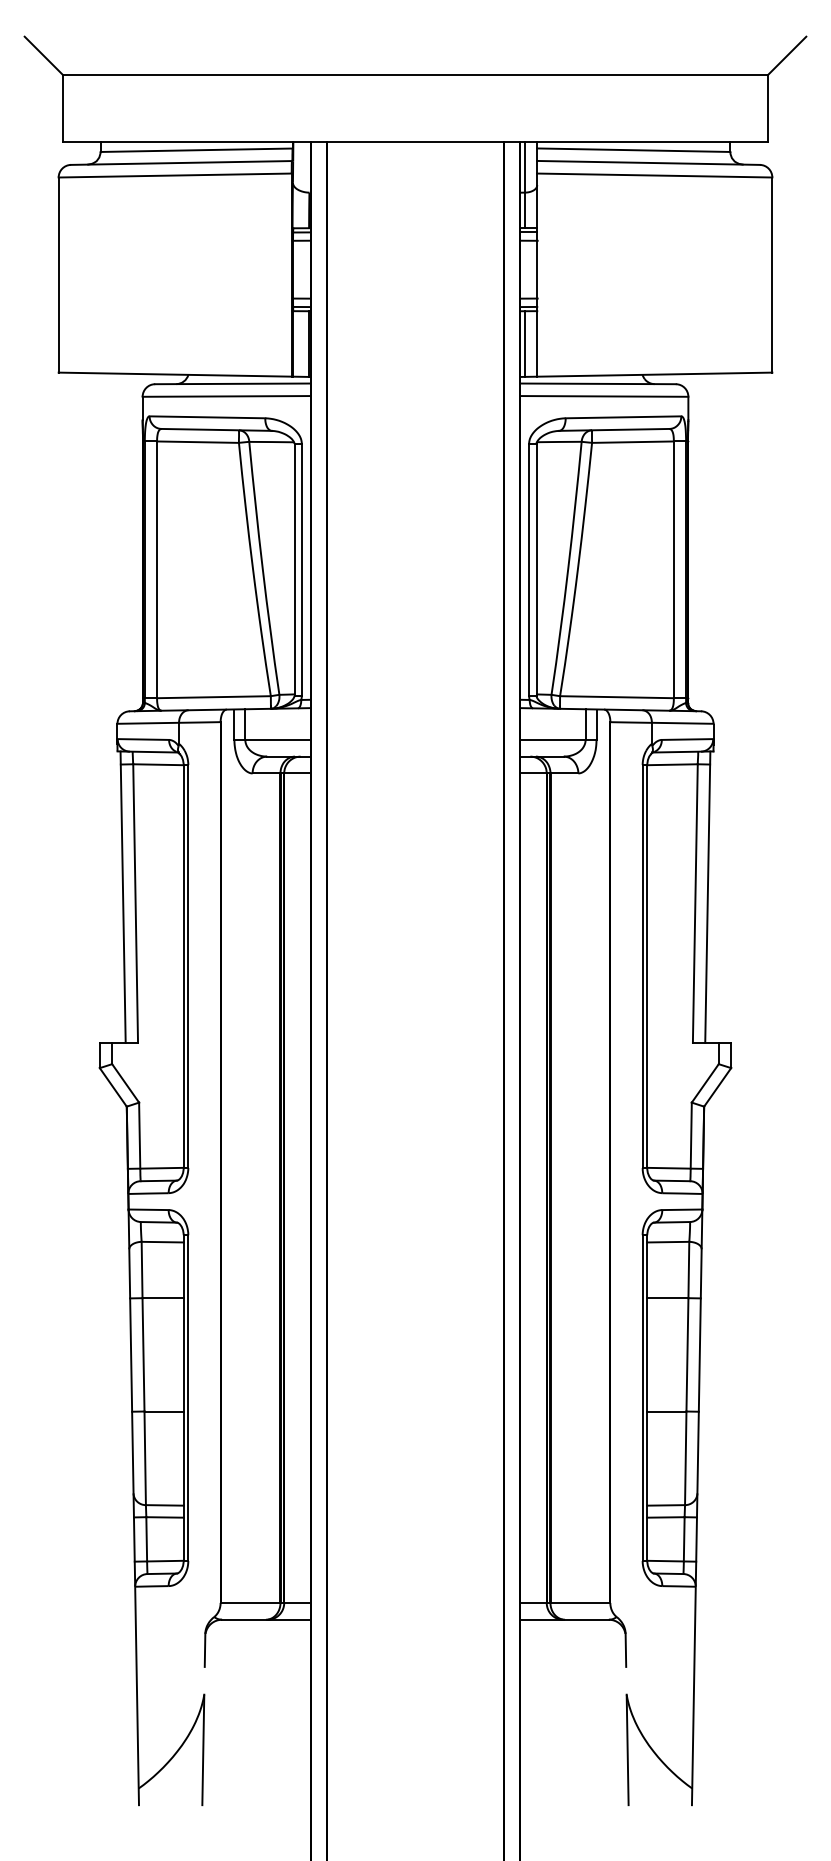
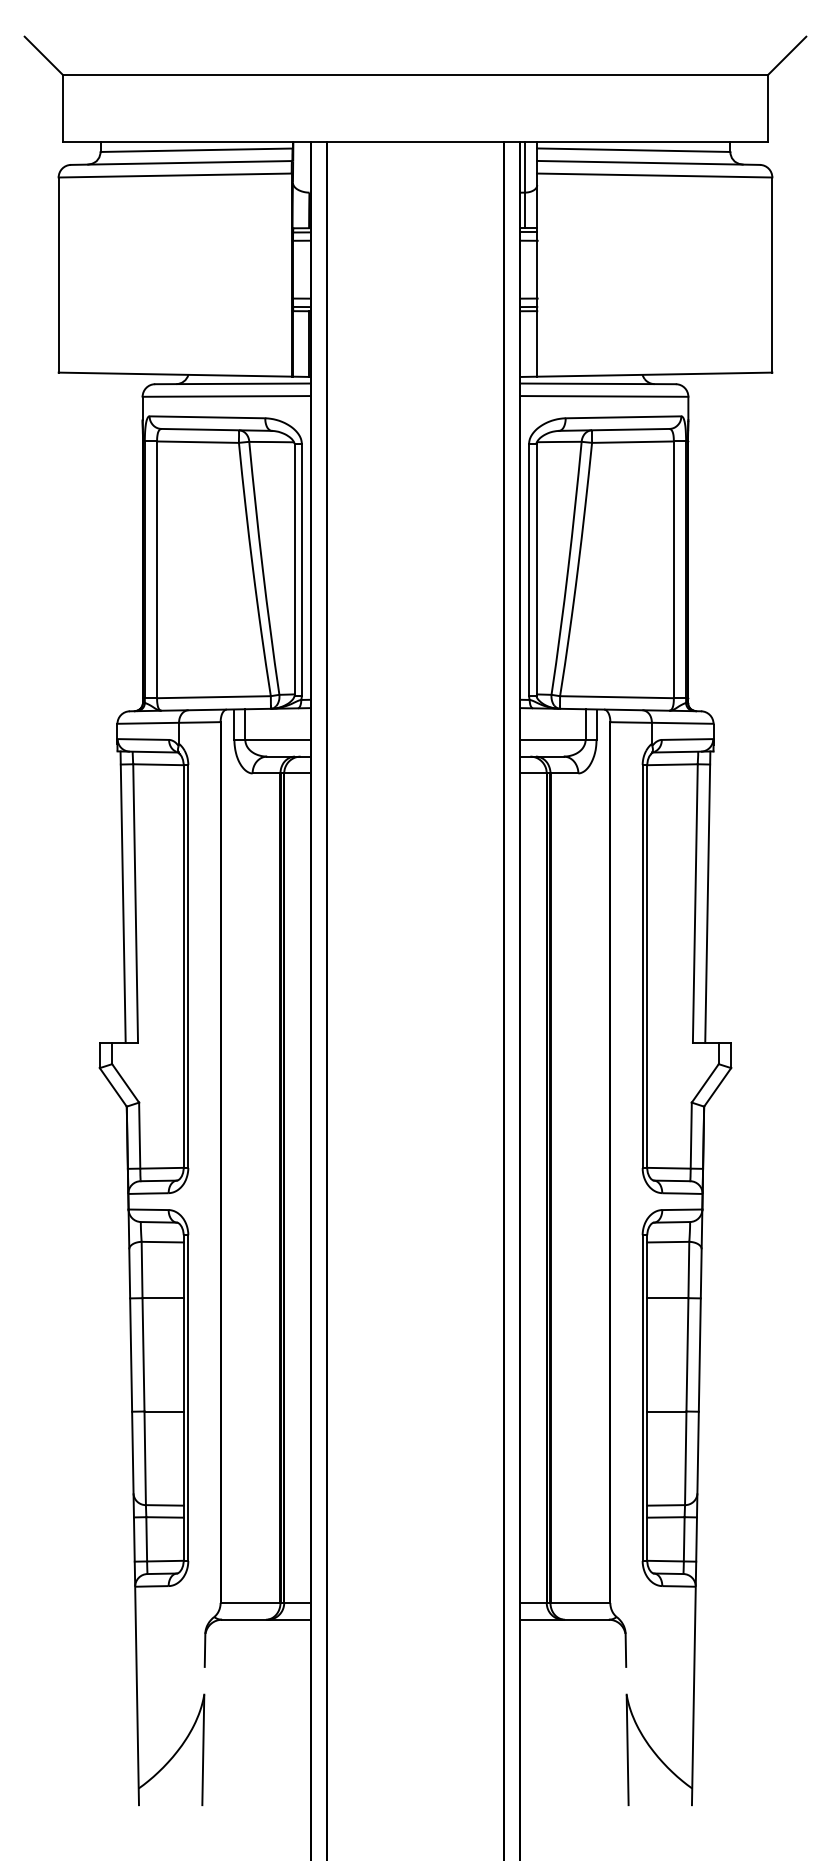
line at (524, 343): present -> none
